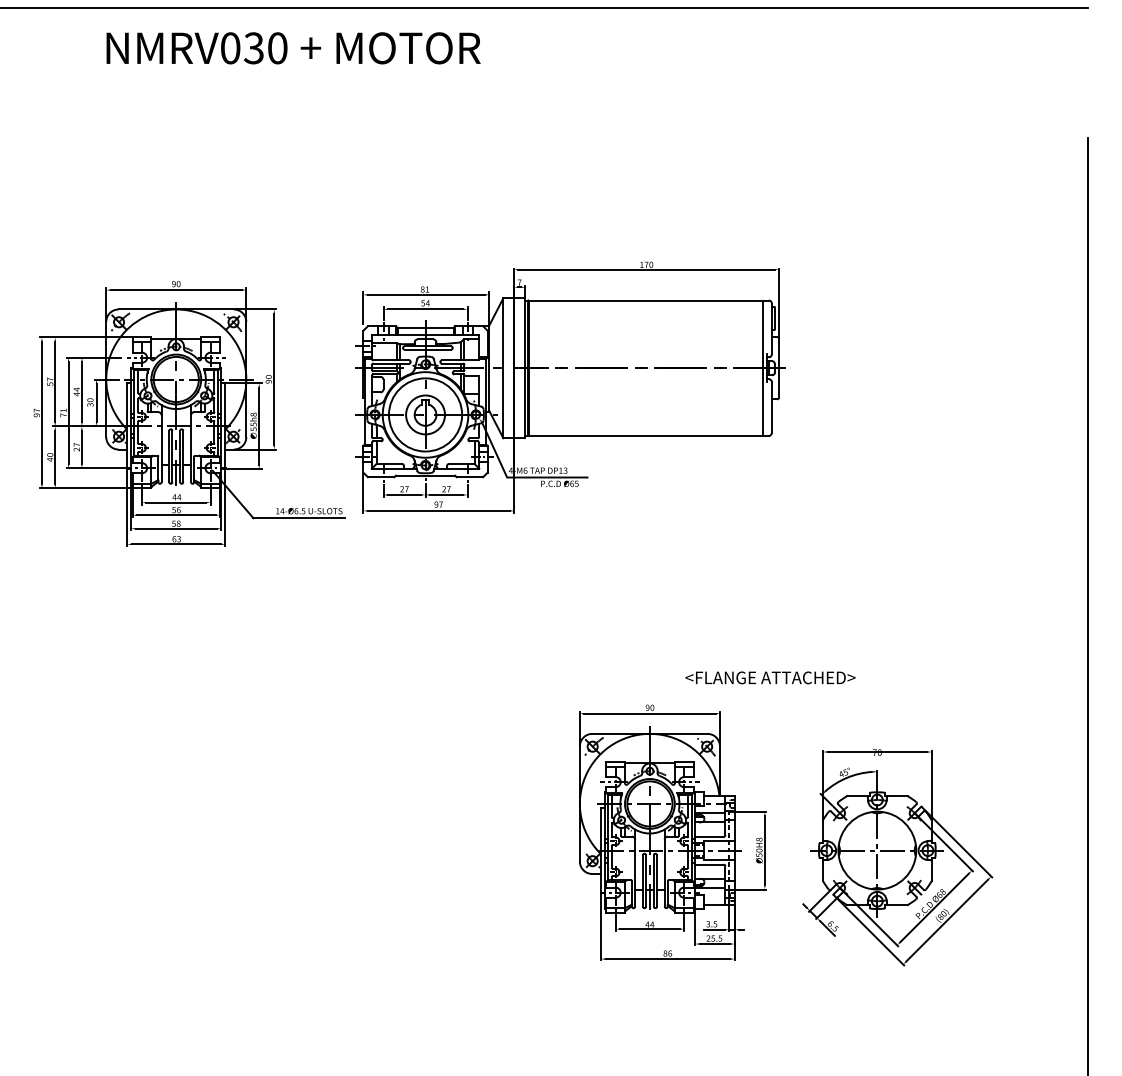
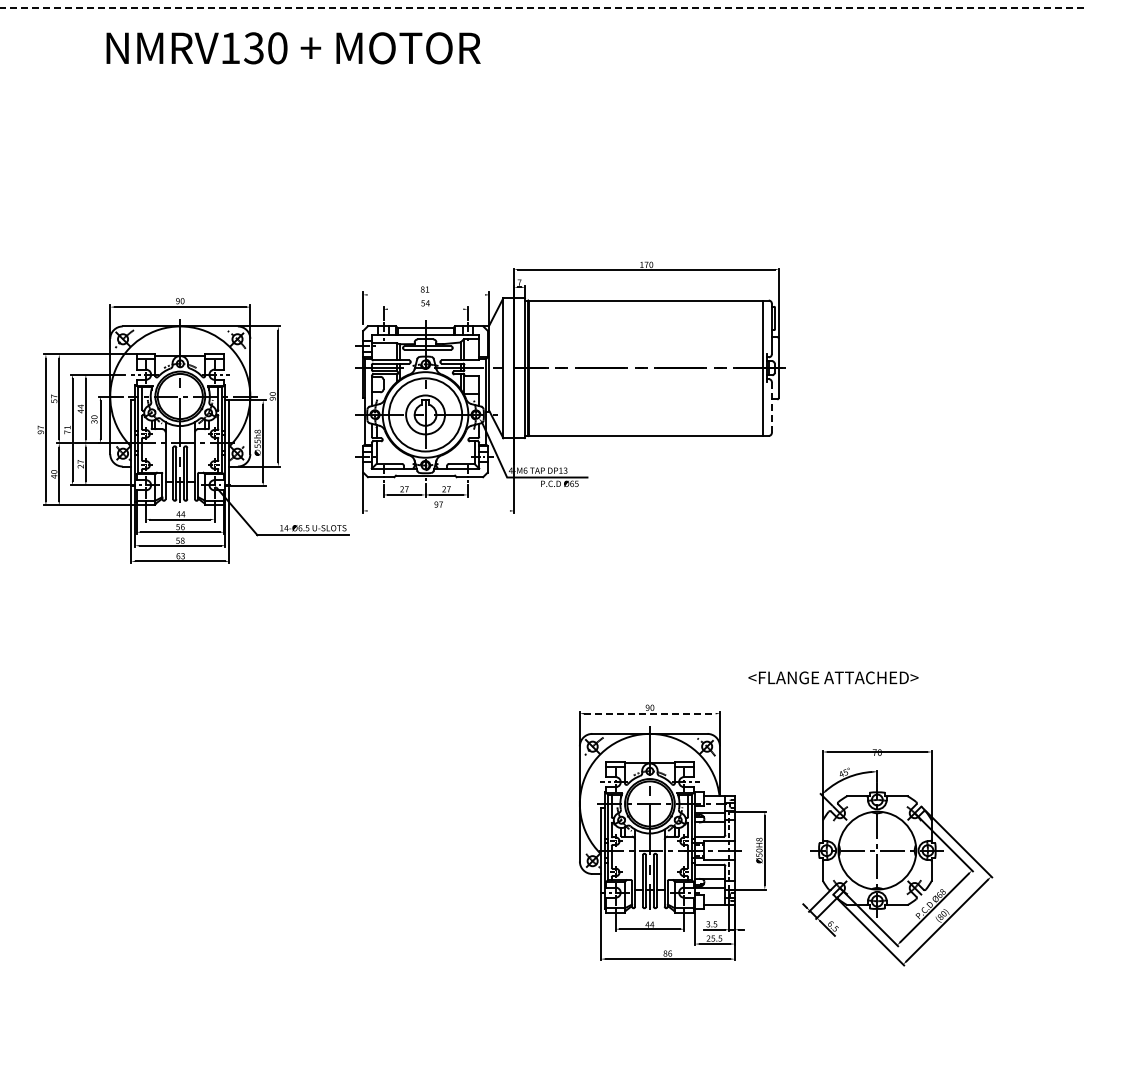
line at (544, 8): solid -> dashed
text at (230, 48): NMRV030 -> NMRV130
line at (426, 294): present -> none
line at (425, 309): present -> none
line at (771, 408): solid -> dashed
part at (189, 413) position: (189, 413) -> (193, 430)
line at (438, 510): present -> none
line at (1088, 605): present -> none
text at (770, 677) position: (770, 677) -> (833, 677)
line at (649, 713): solid -> dashed
